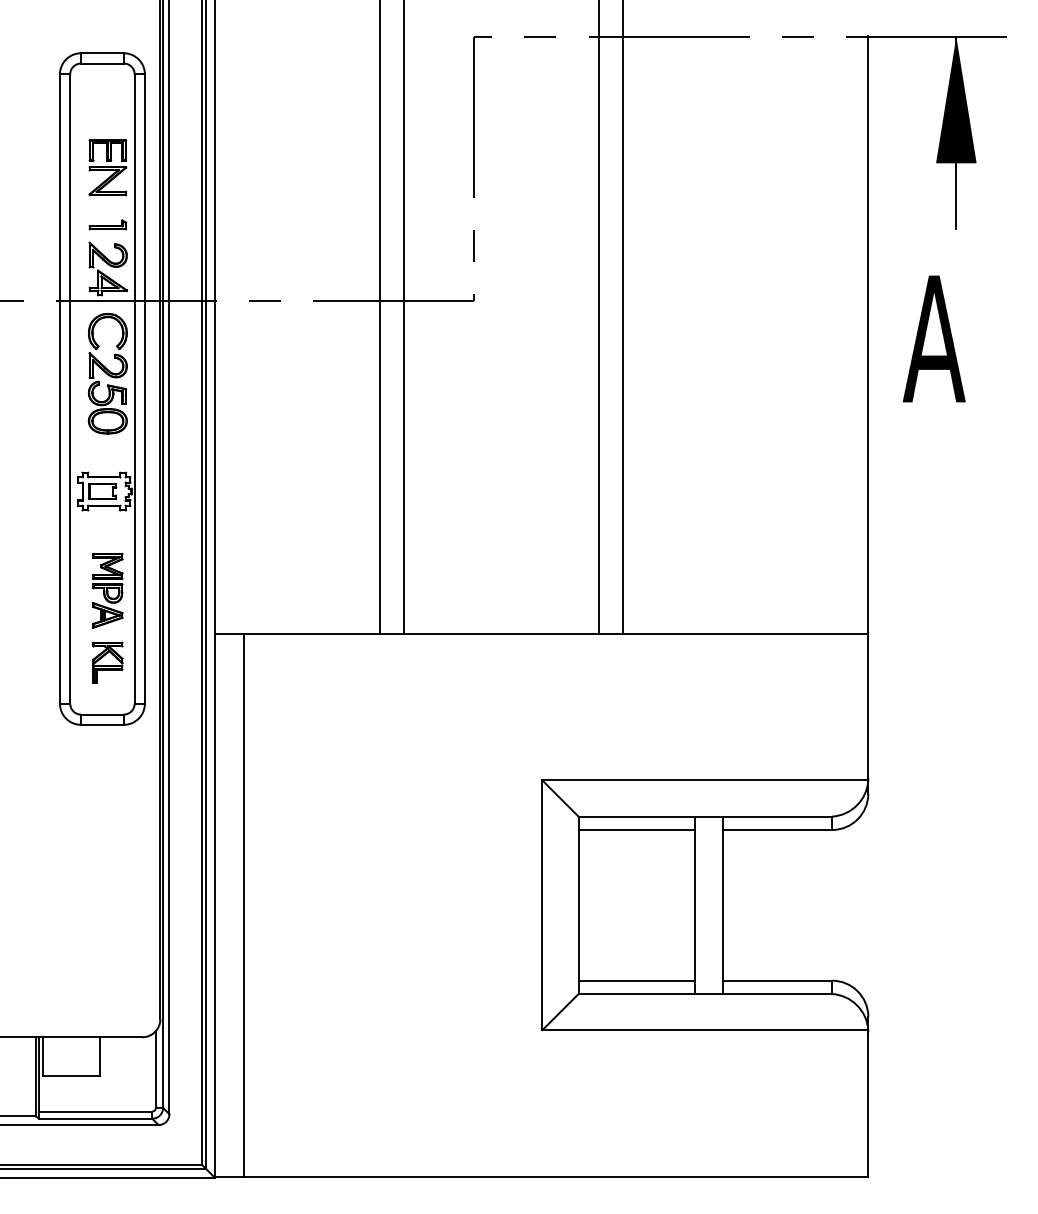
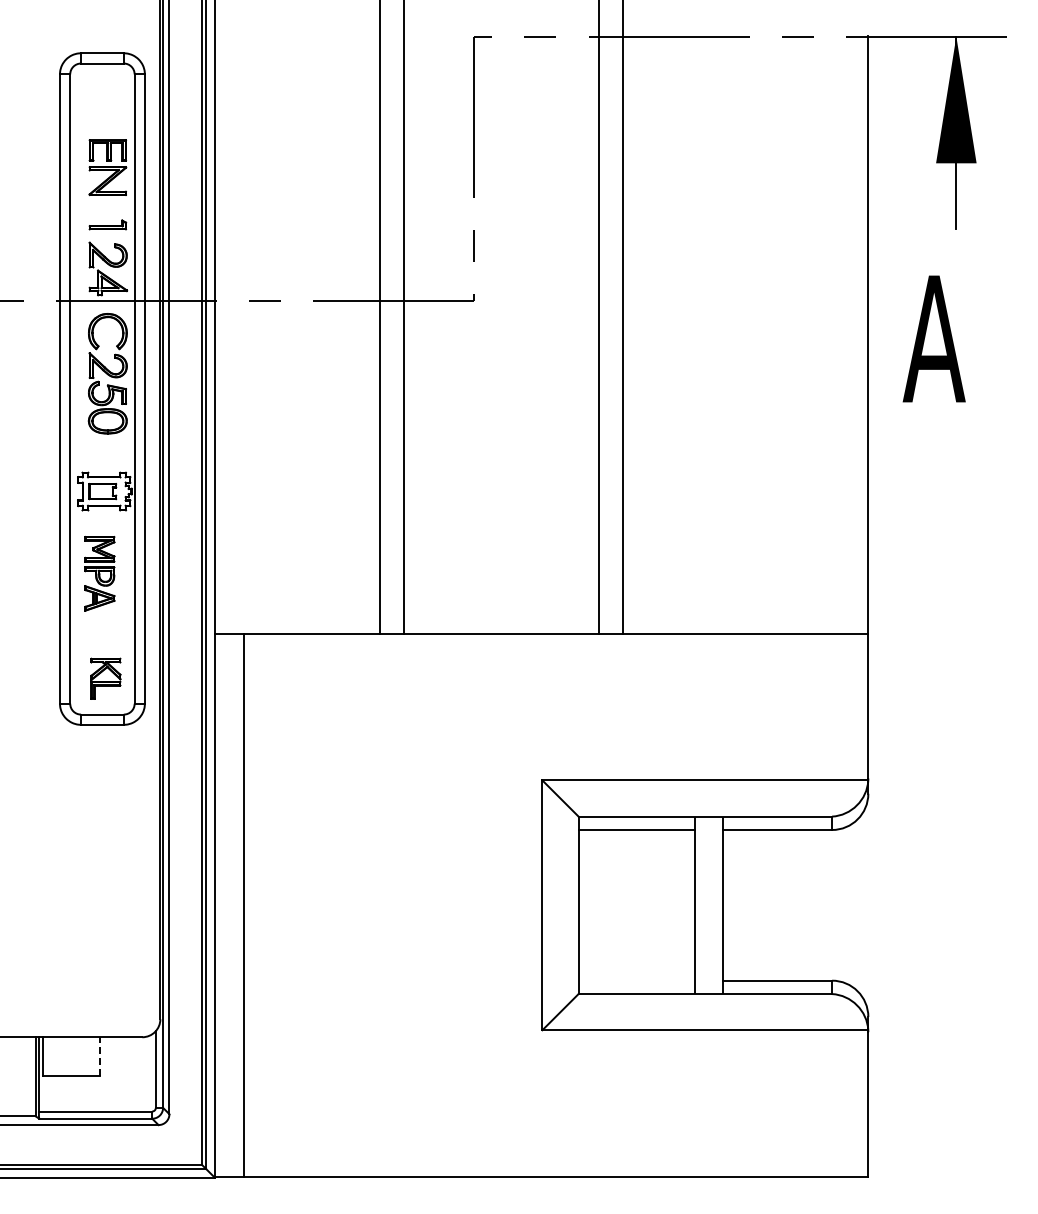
part at (107, 590) position: (107, 590) -> (99, 573)
part at (107, 662) position: (107, 662) -> (105, 678)
line at (636, 980): present -> none
line at (100, 1056): solid -> dashed
